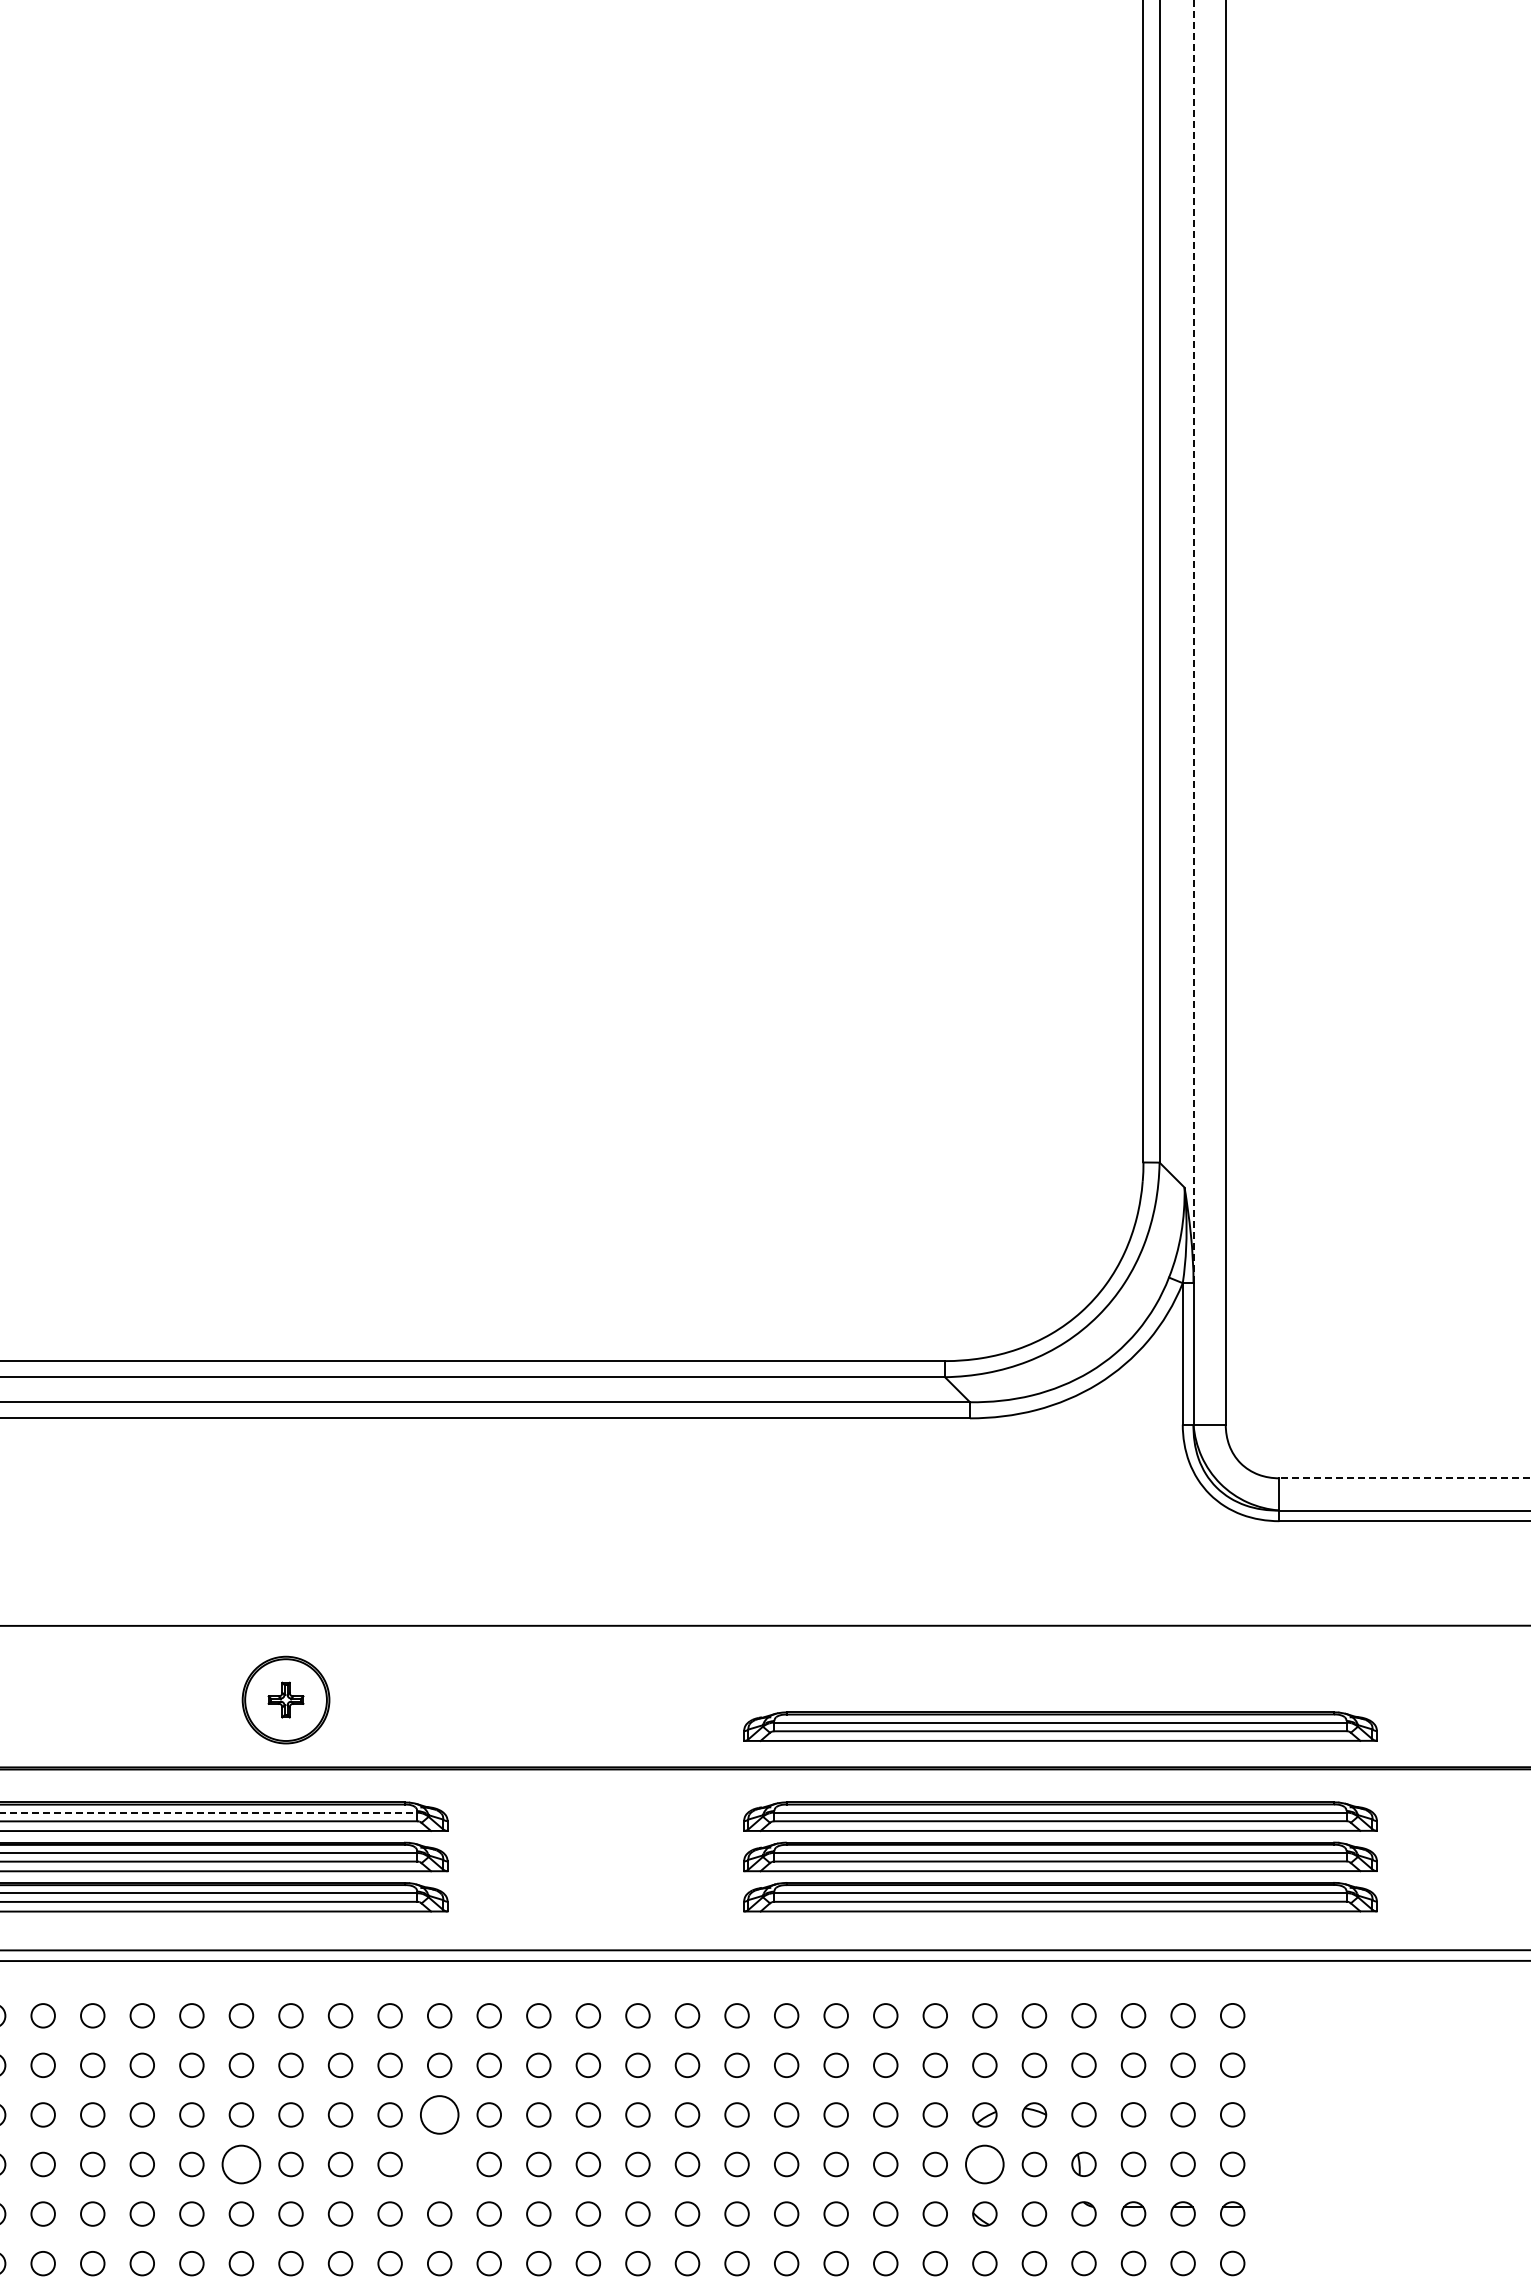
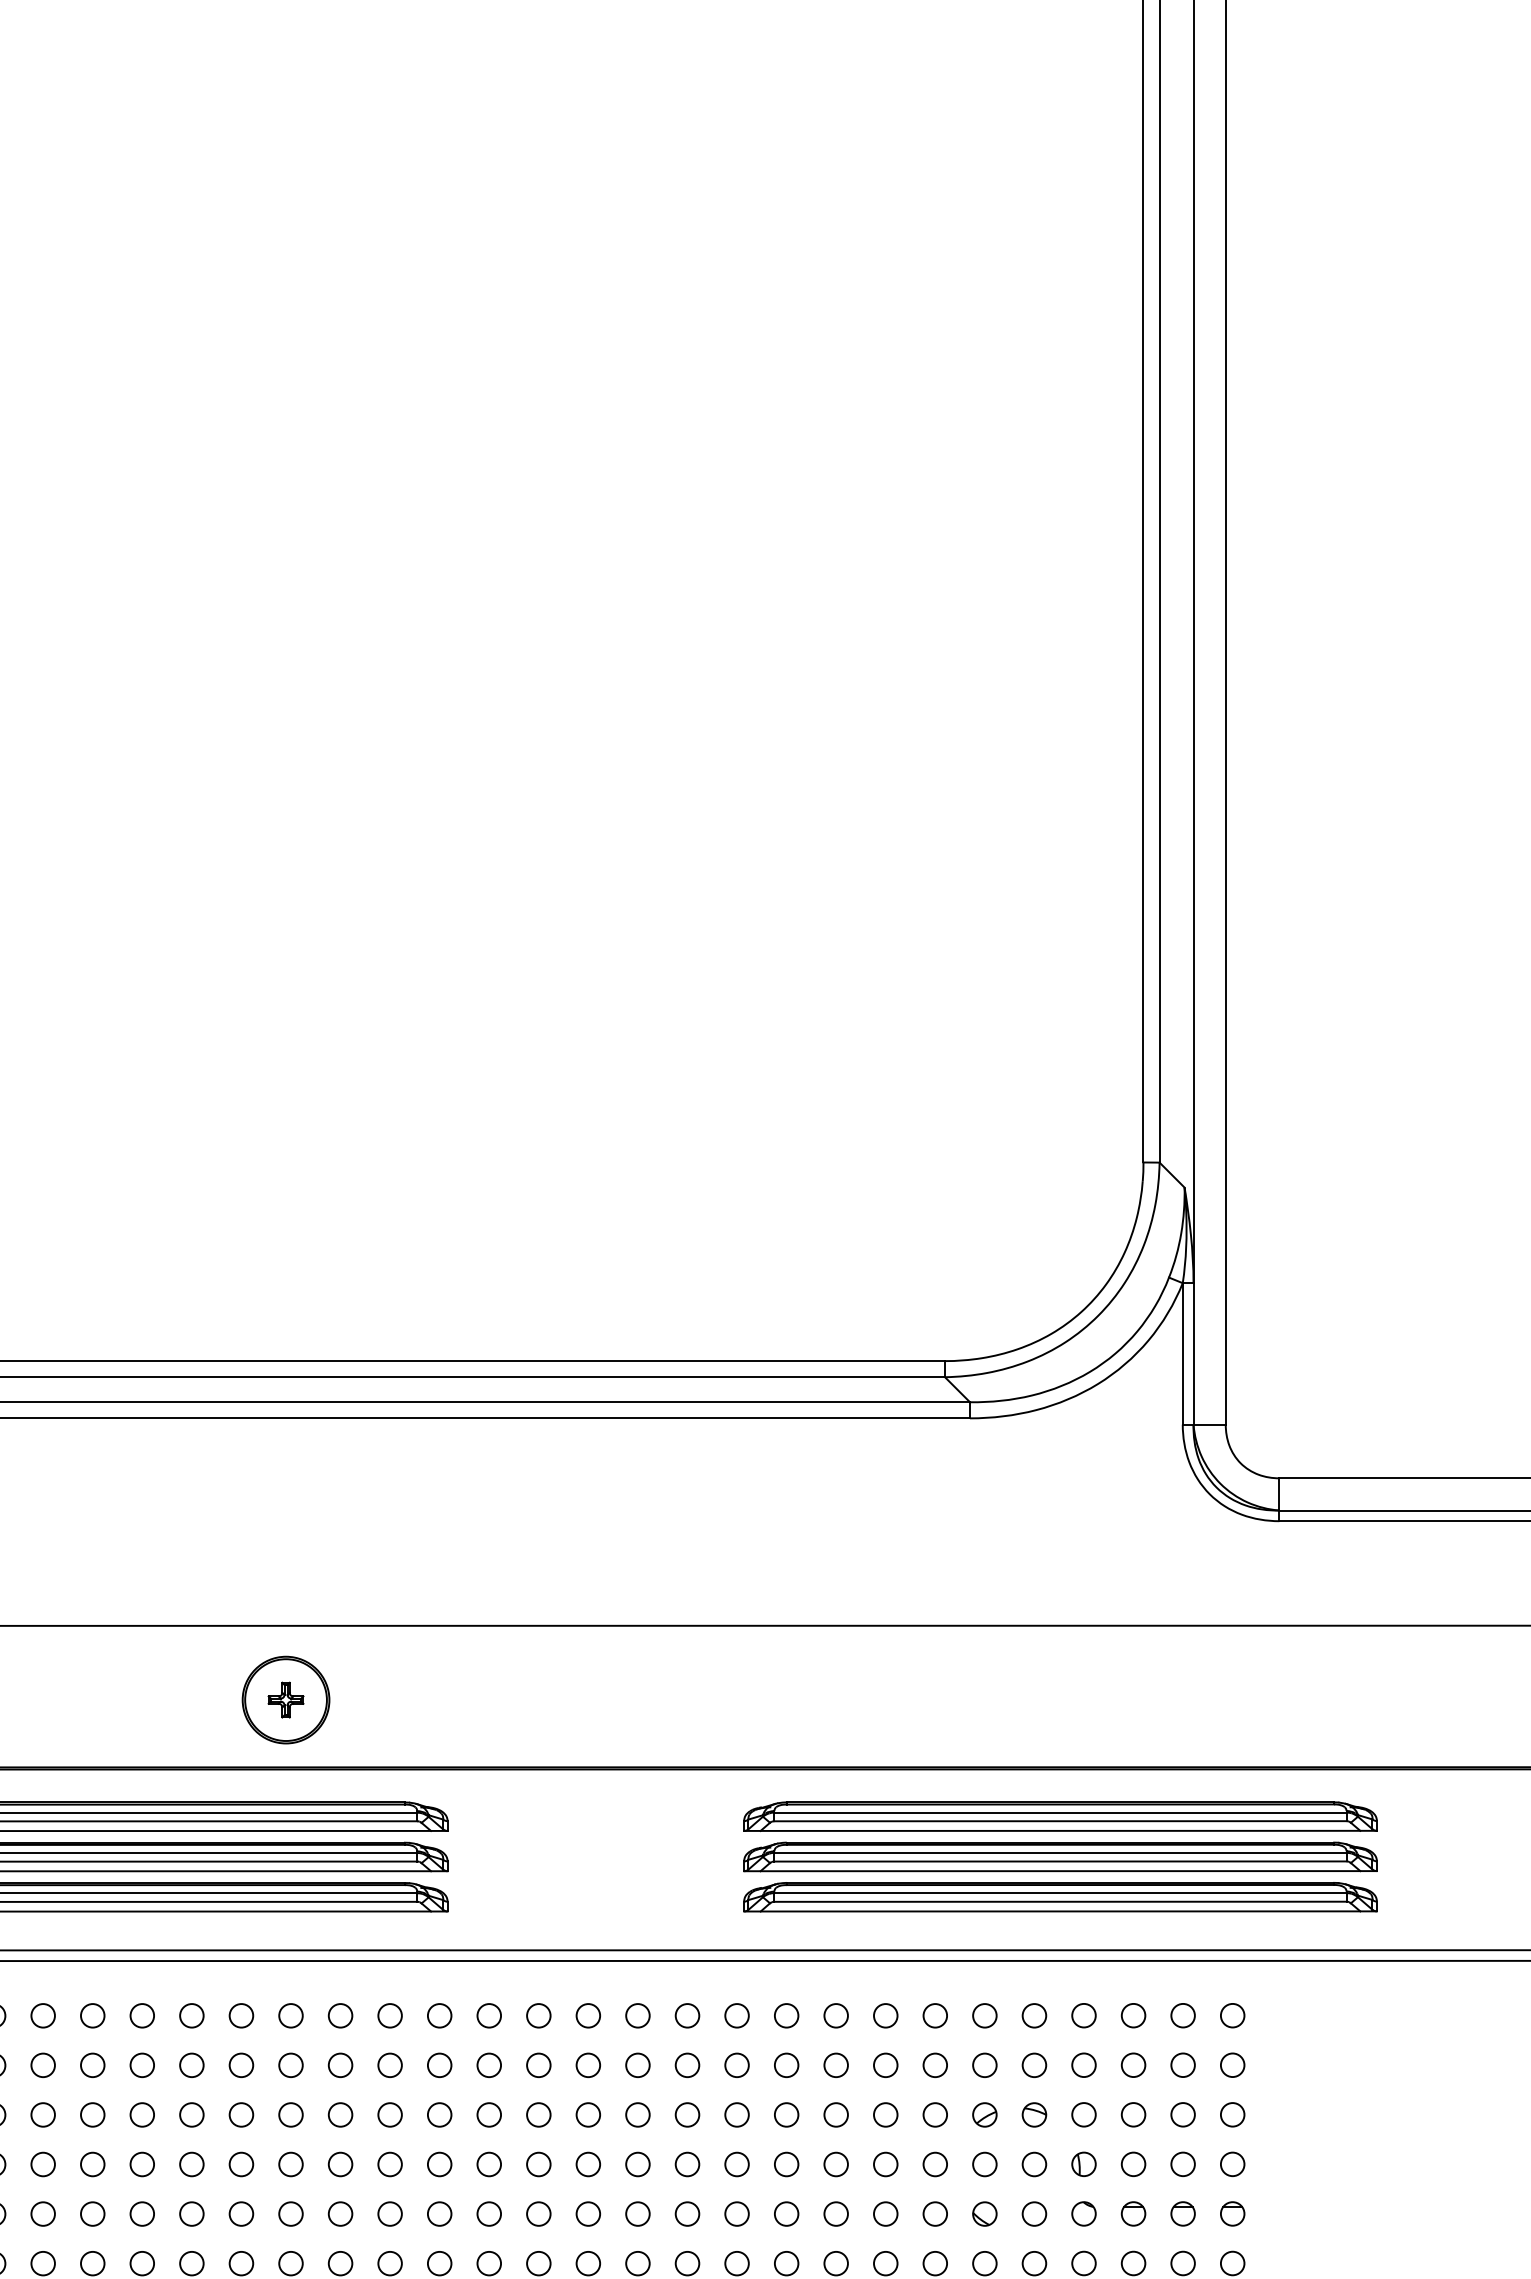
line at (1193, 641): dashed -> solid
line at (1405, 1478): dashed -> solid
part at (1060, 1726): present -> none
line at (209, 1812): dashed -> solid
circle at (439, 2114) diameter: 38 px -> 24 px
circle at (241, 2164) size: 41x41 px -> 27x27 px
circle at (439, 2164): none -> present
circle at (984, 2164) size: 40x41 px -> 26x27 px
